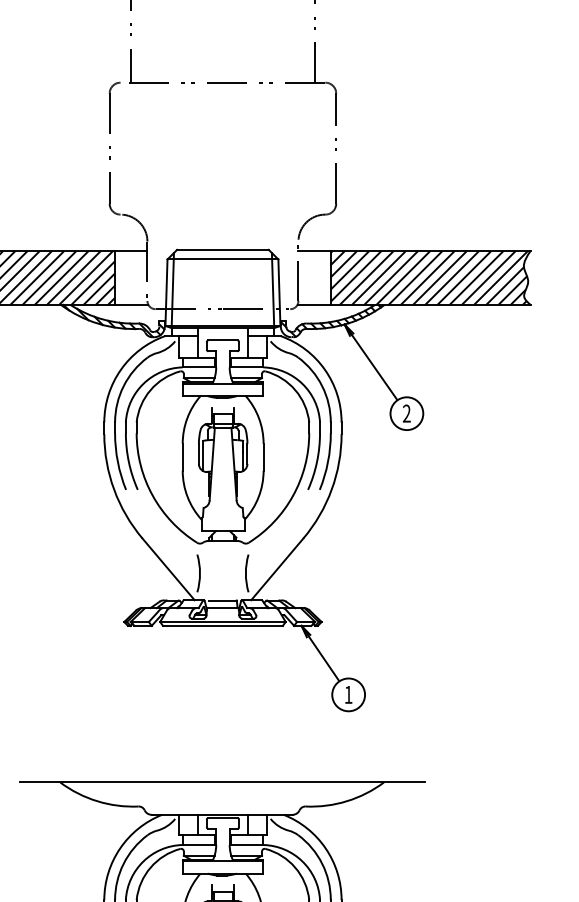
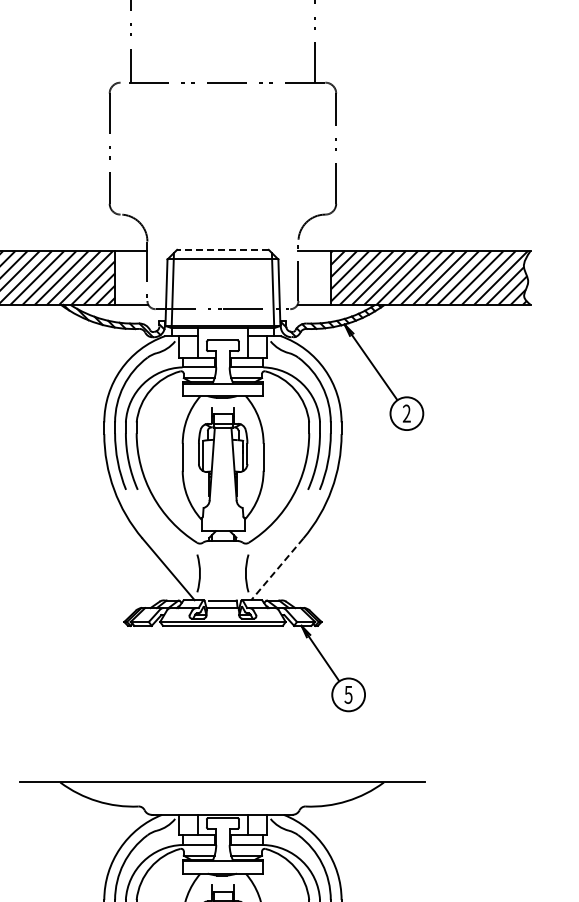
line at (222, 249): solid -> dashed
line at (276, 569): solid -> dashed
text at (348, 694): 1 -> 5
